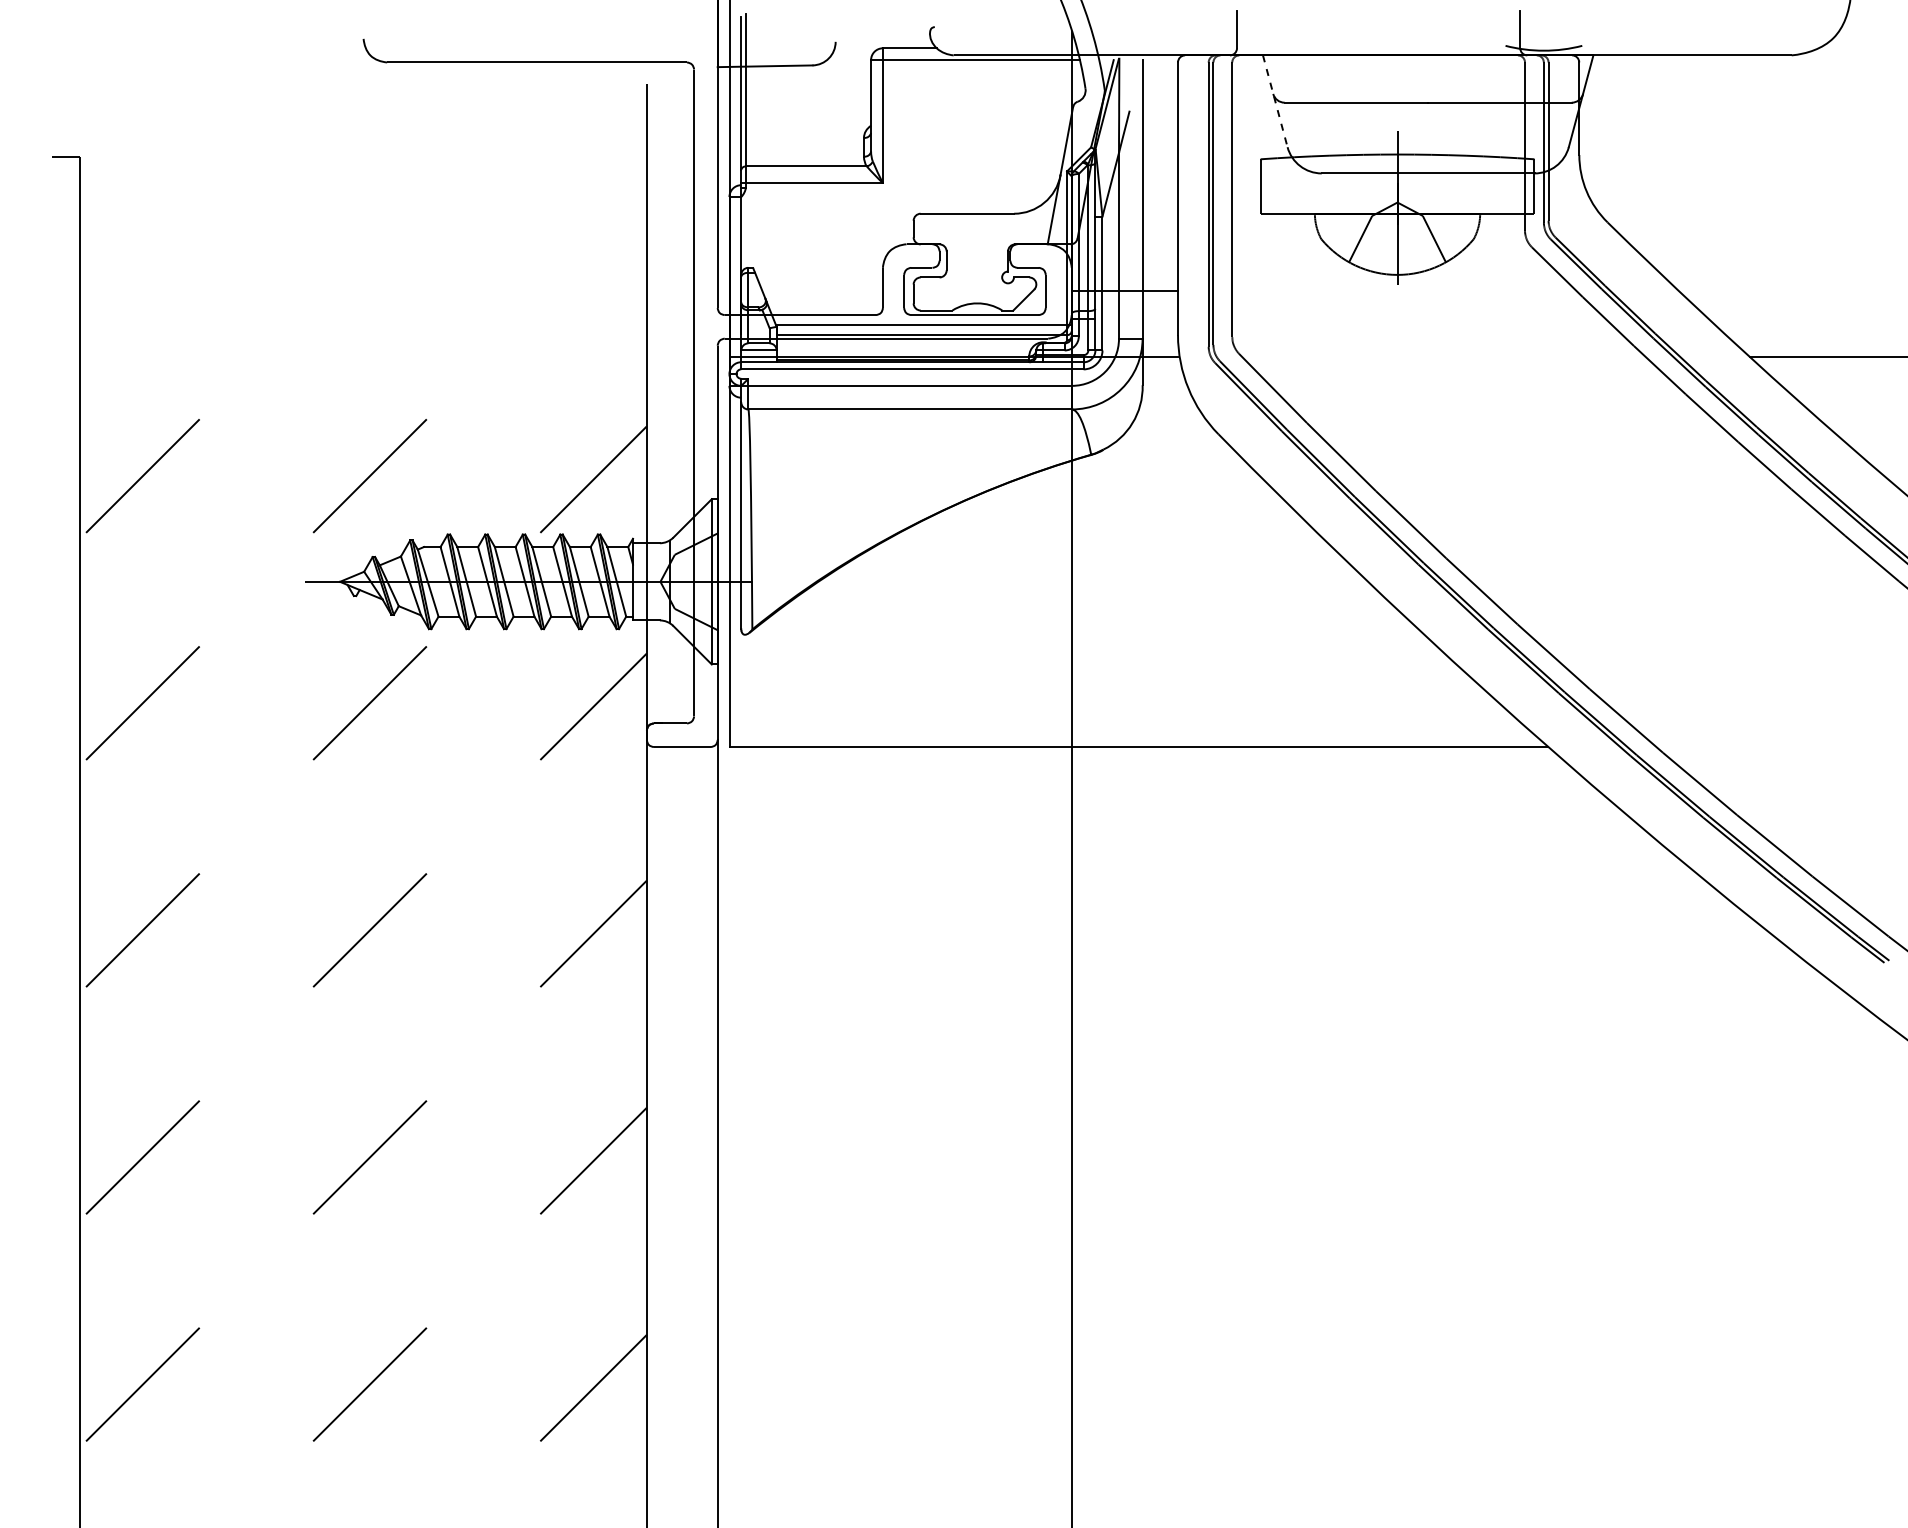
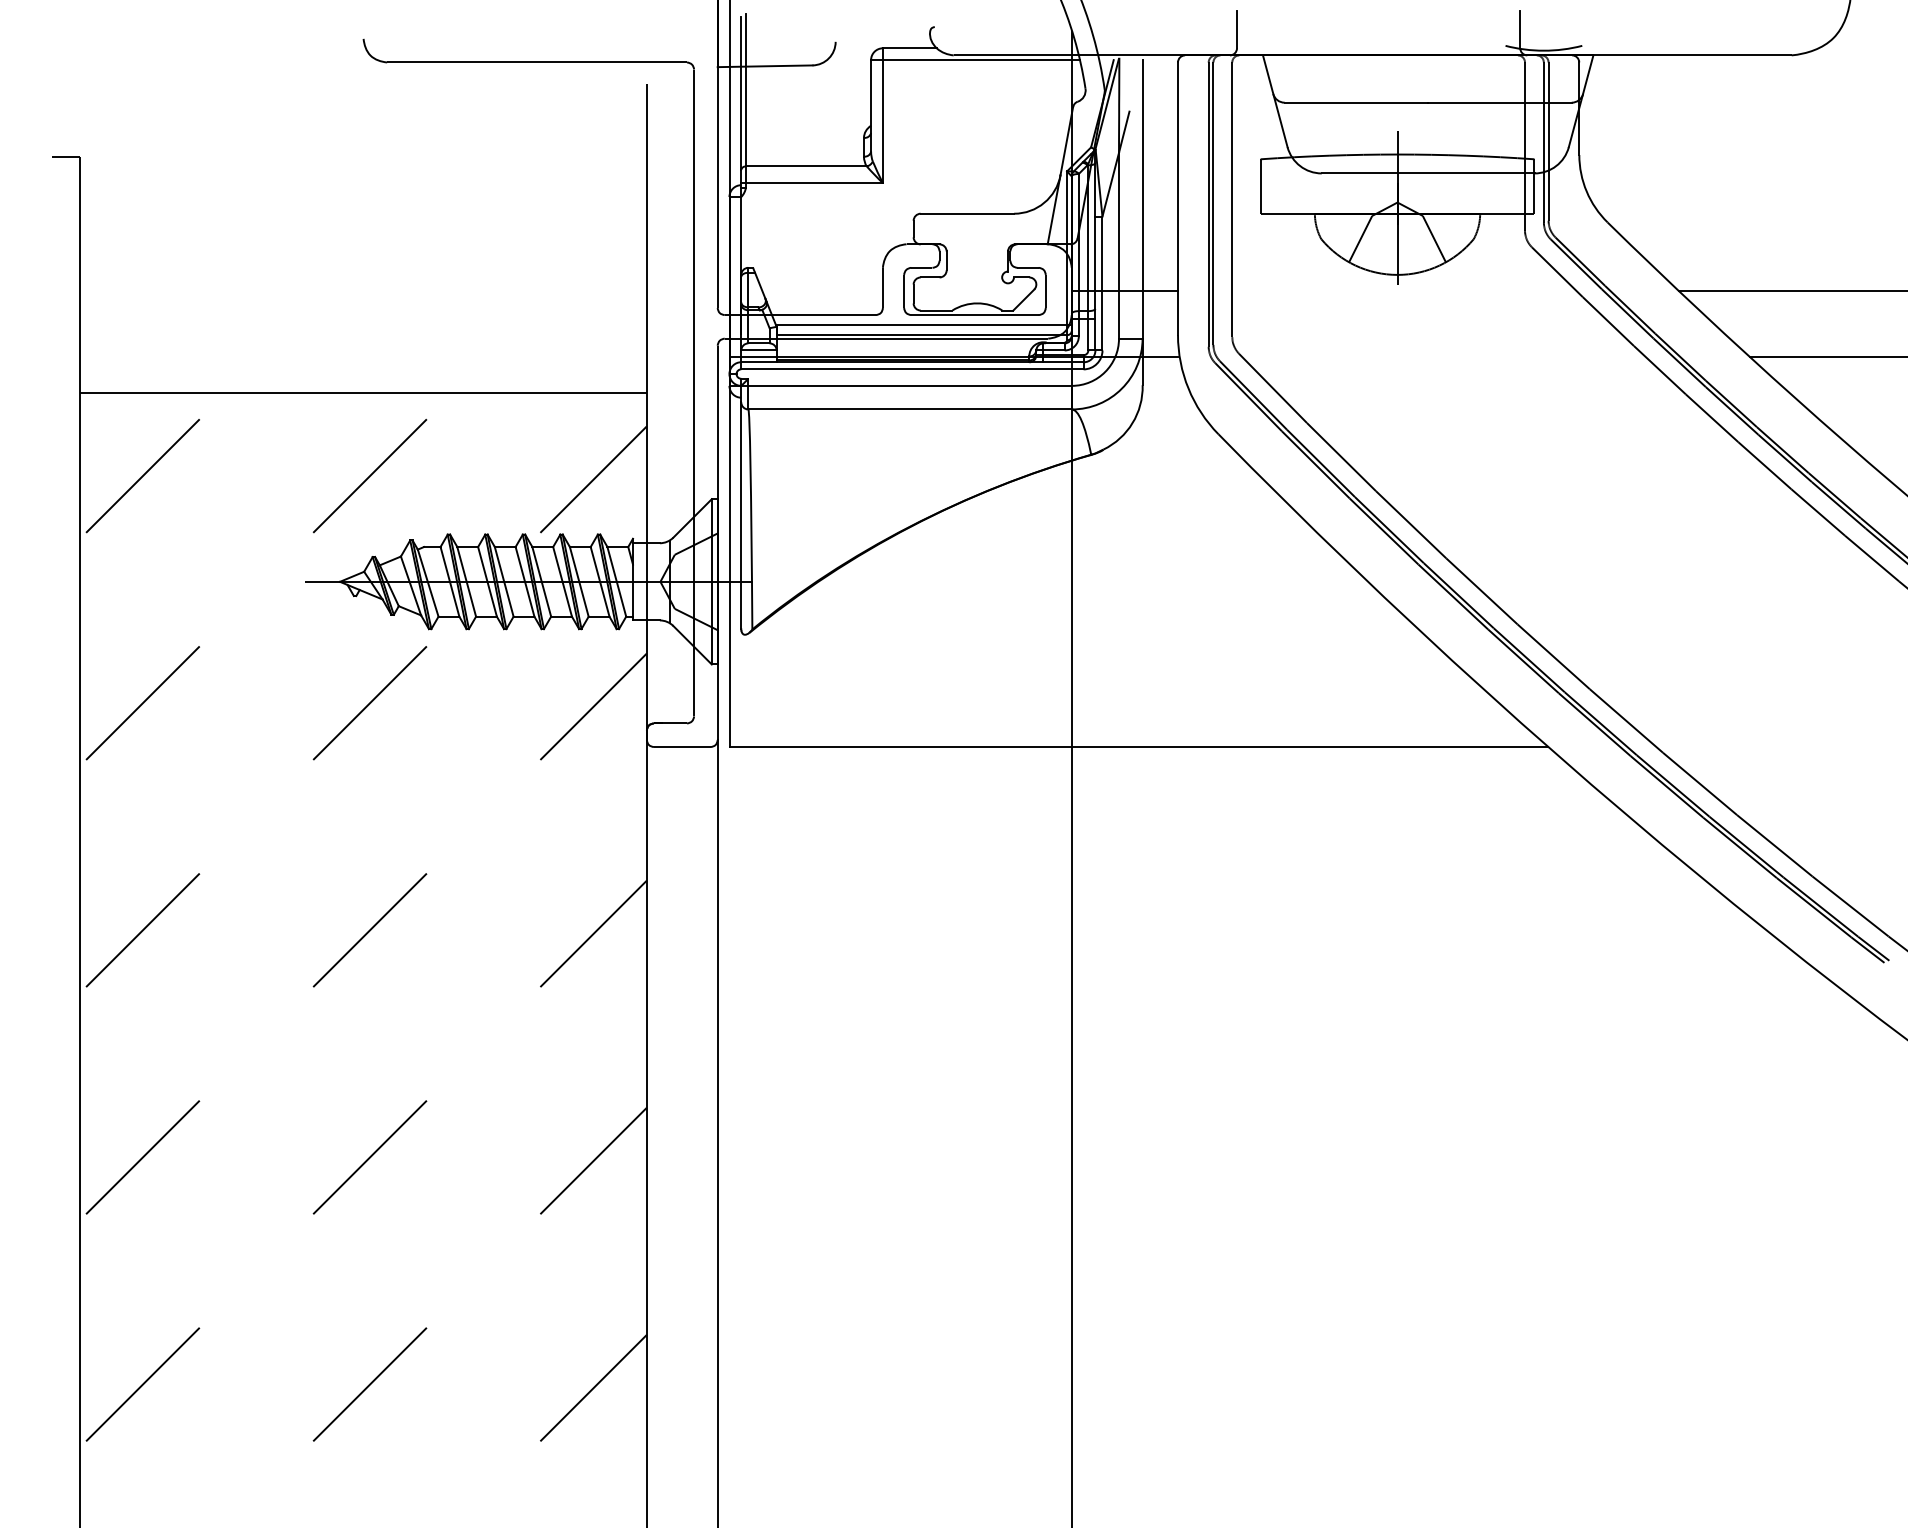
line at (1275, 101): dashed -> solid
line at (1791, 291): none -> present
line at (363, 392): none -> present
